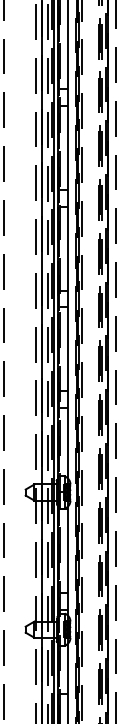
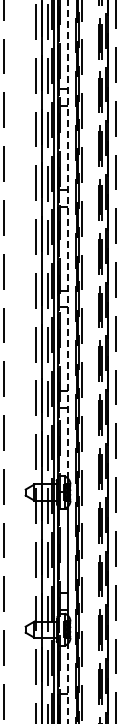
line at (68, 239): solid -> dashed
line at (68, 683): solid -> dashed
